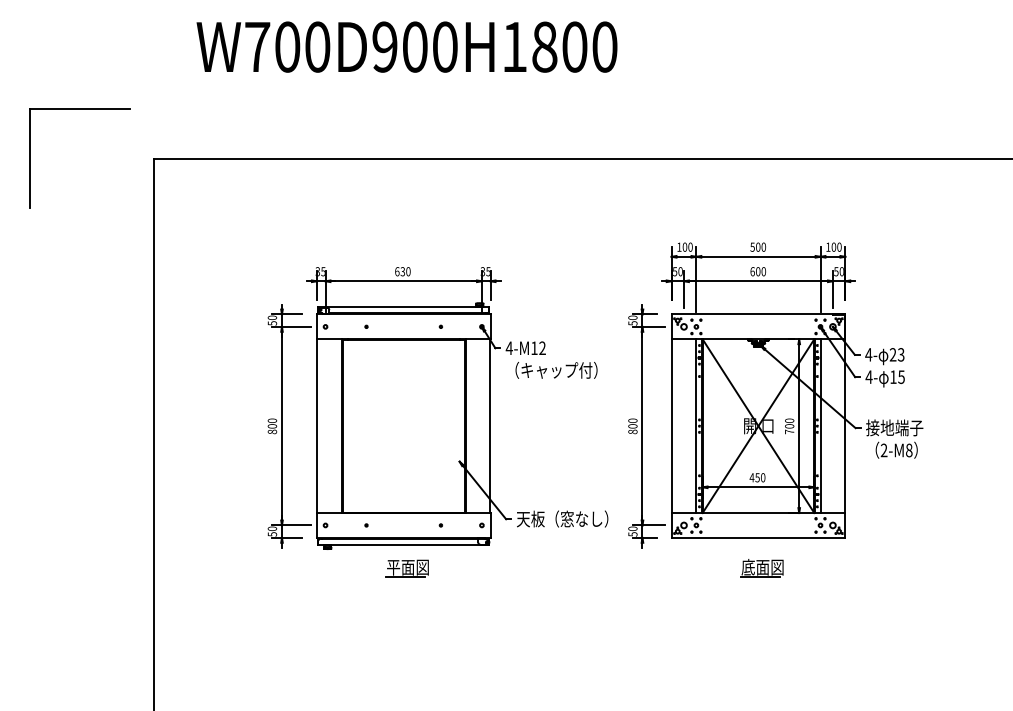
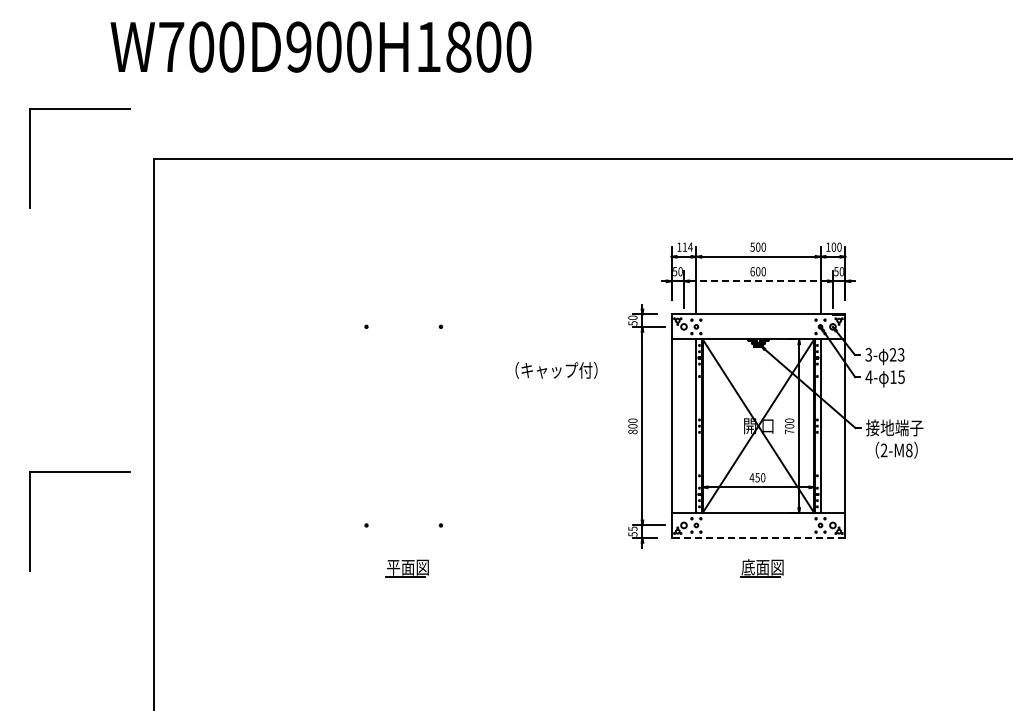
text at (406, 46) position: (406, 46) -> (320, 46)
text at (687, 246): 100 -> 114
line at (758, 281): solid -> dashed
text at (868, 354): 4- -> 3-
part at (437, 408): present -> none
part at (79, 472): none -> present
text at (632, 528): 50 -> 55
line at (758, 537): solid -> dashed
